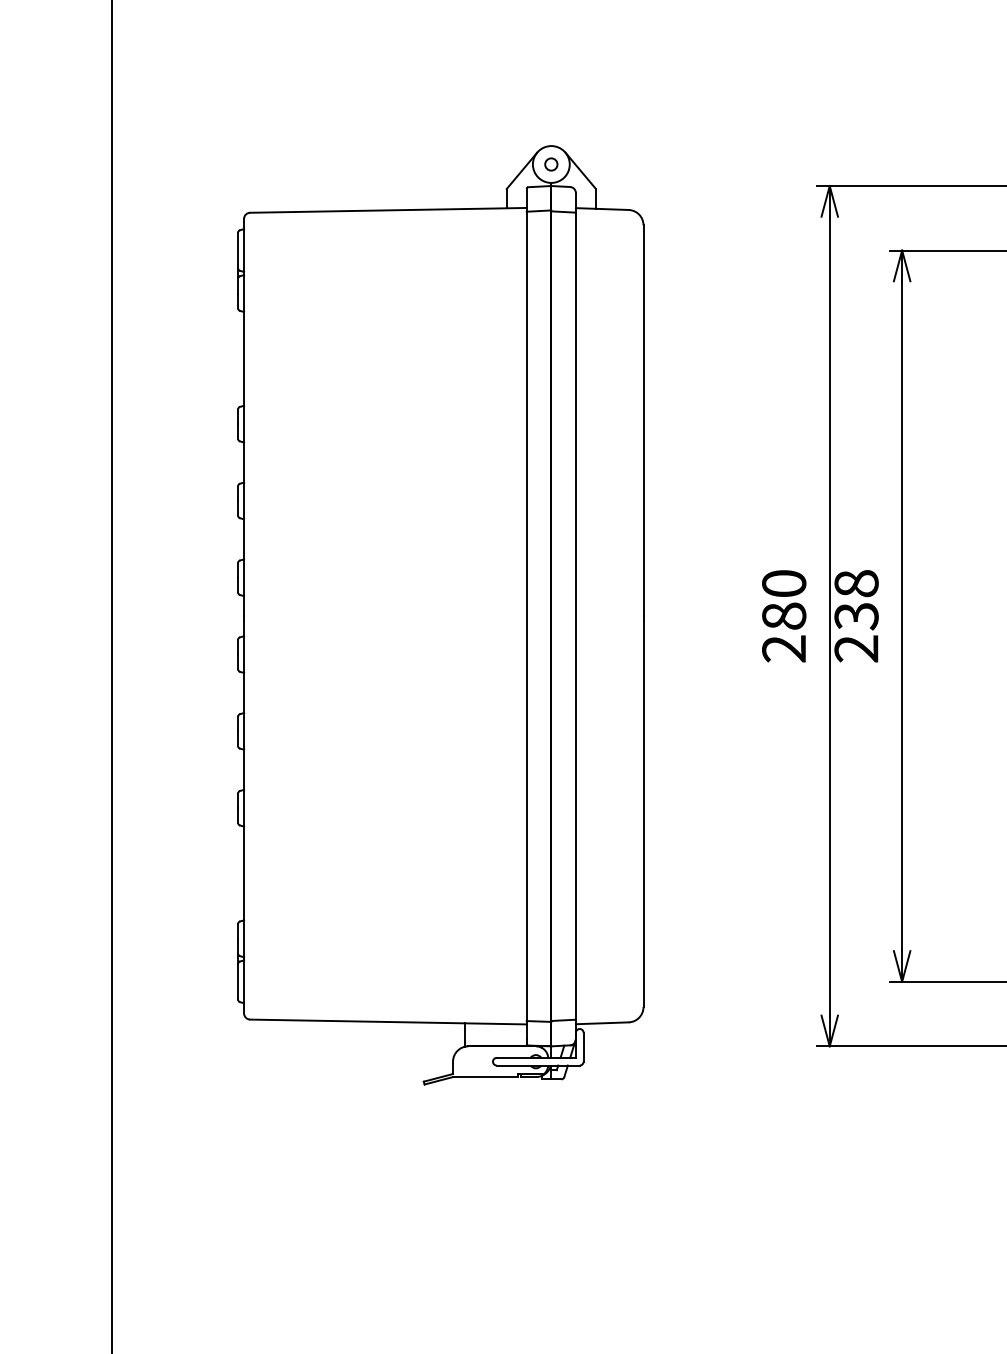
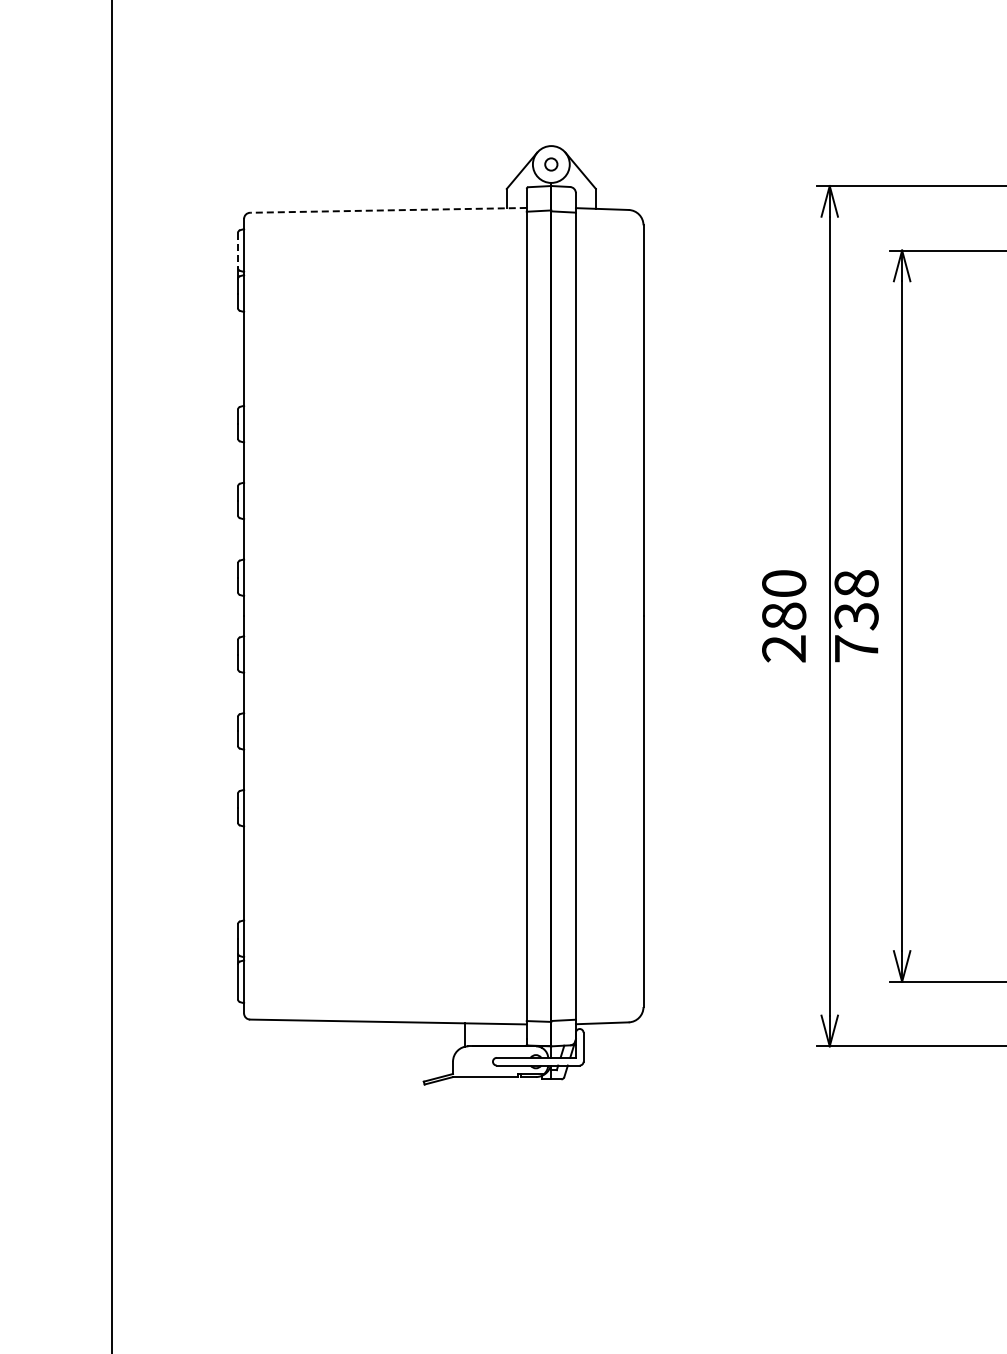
line at (387, 210): solid -> dashed
line at (237, 251): solid -> dashed
text at (856, 648): 238 -> 738
